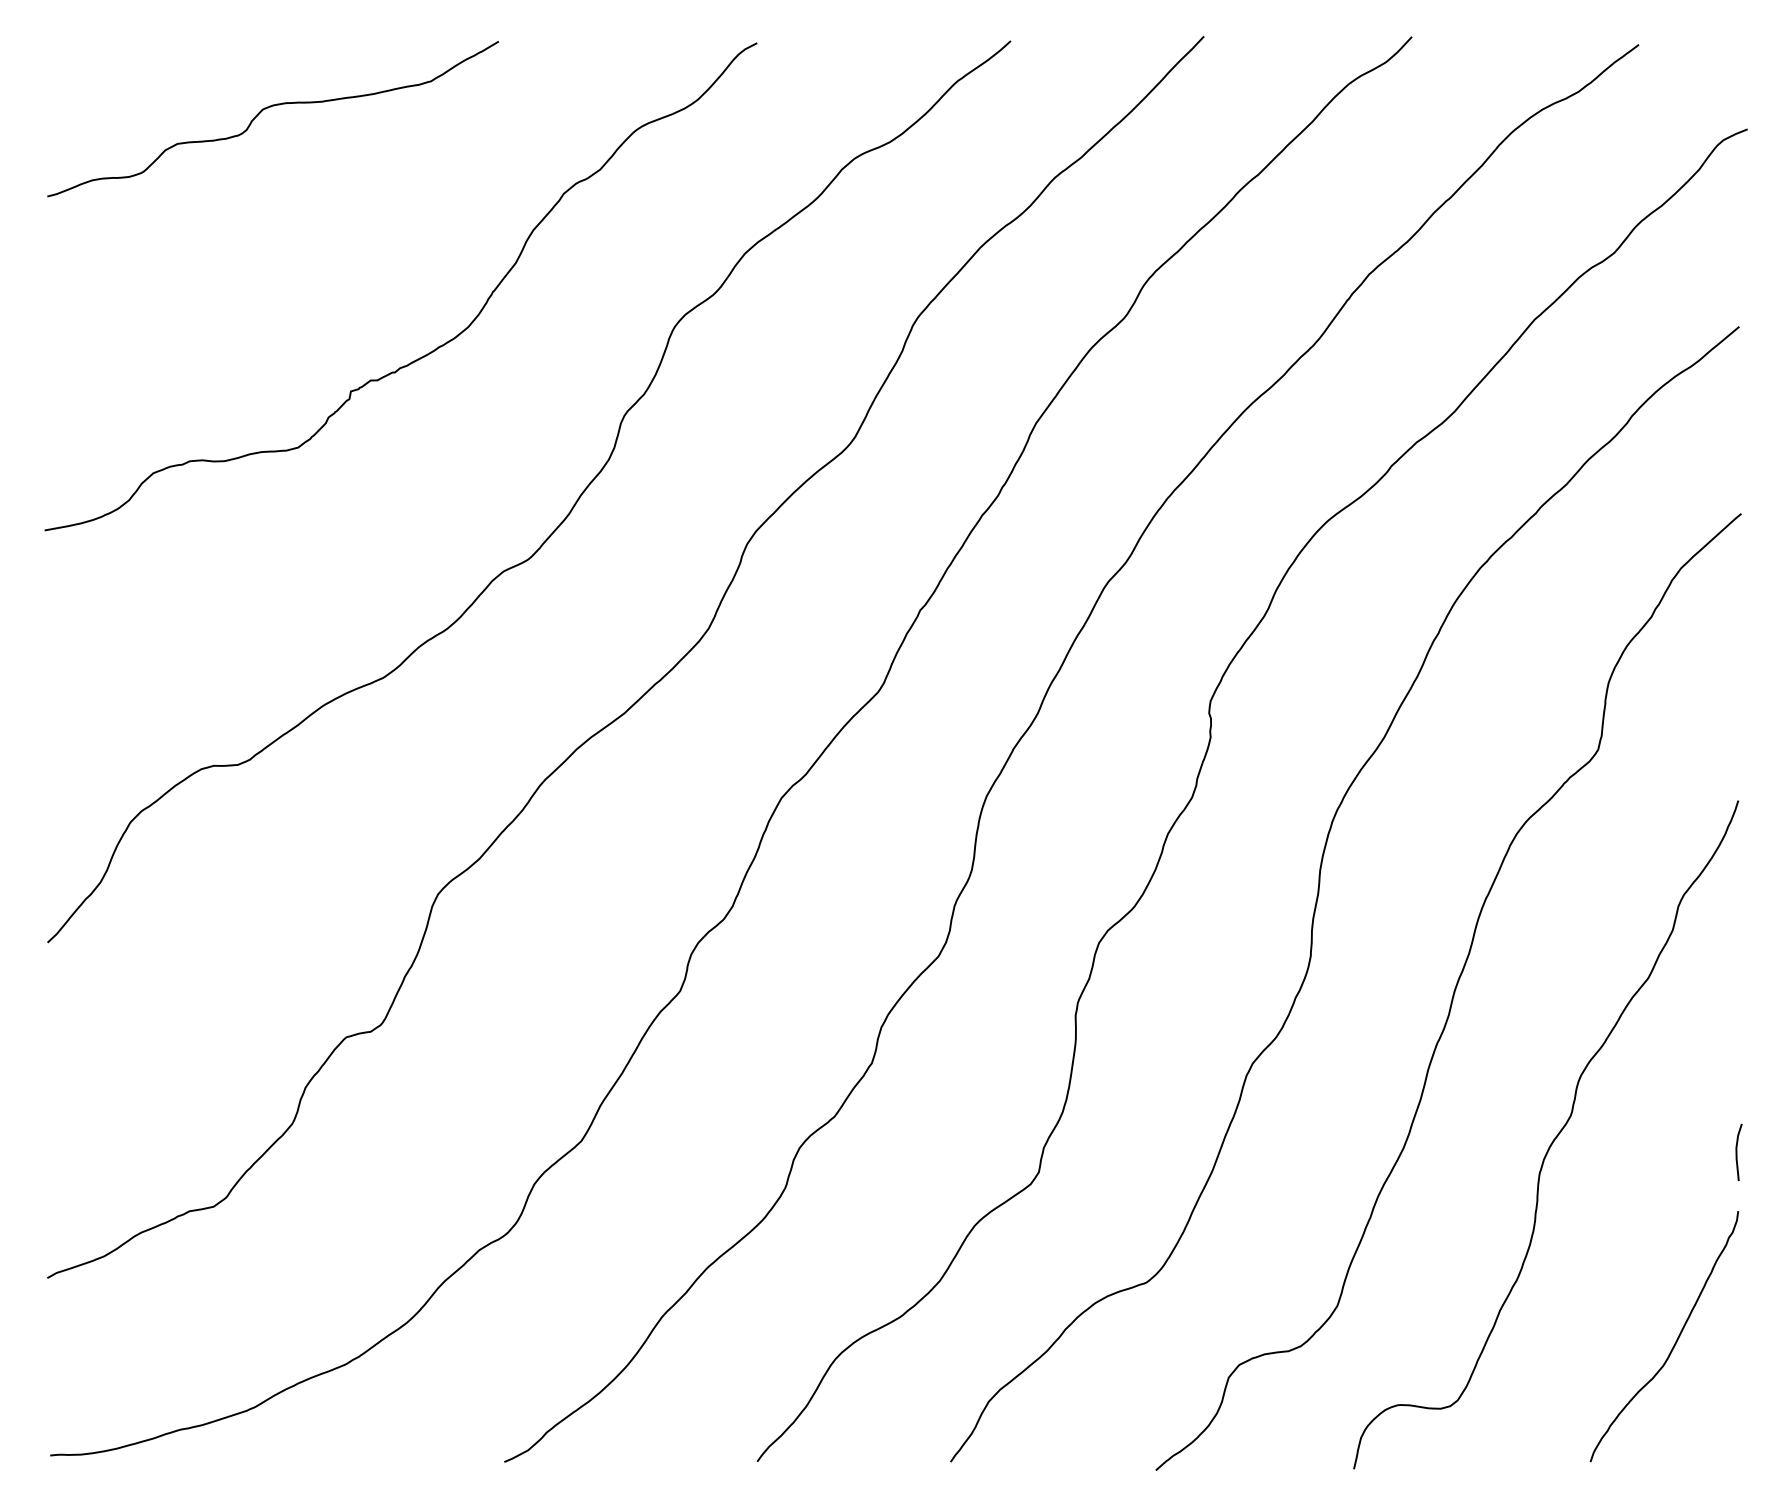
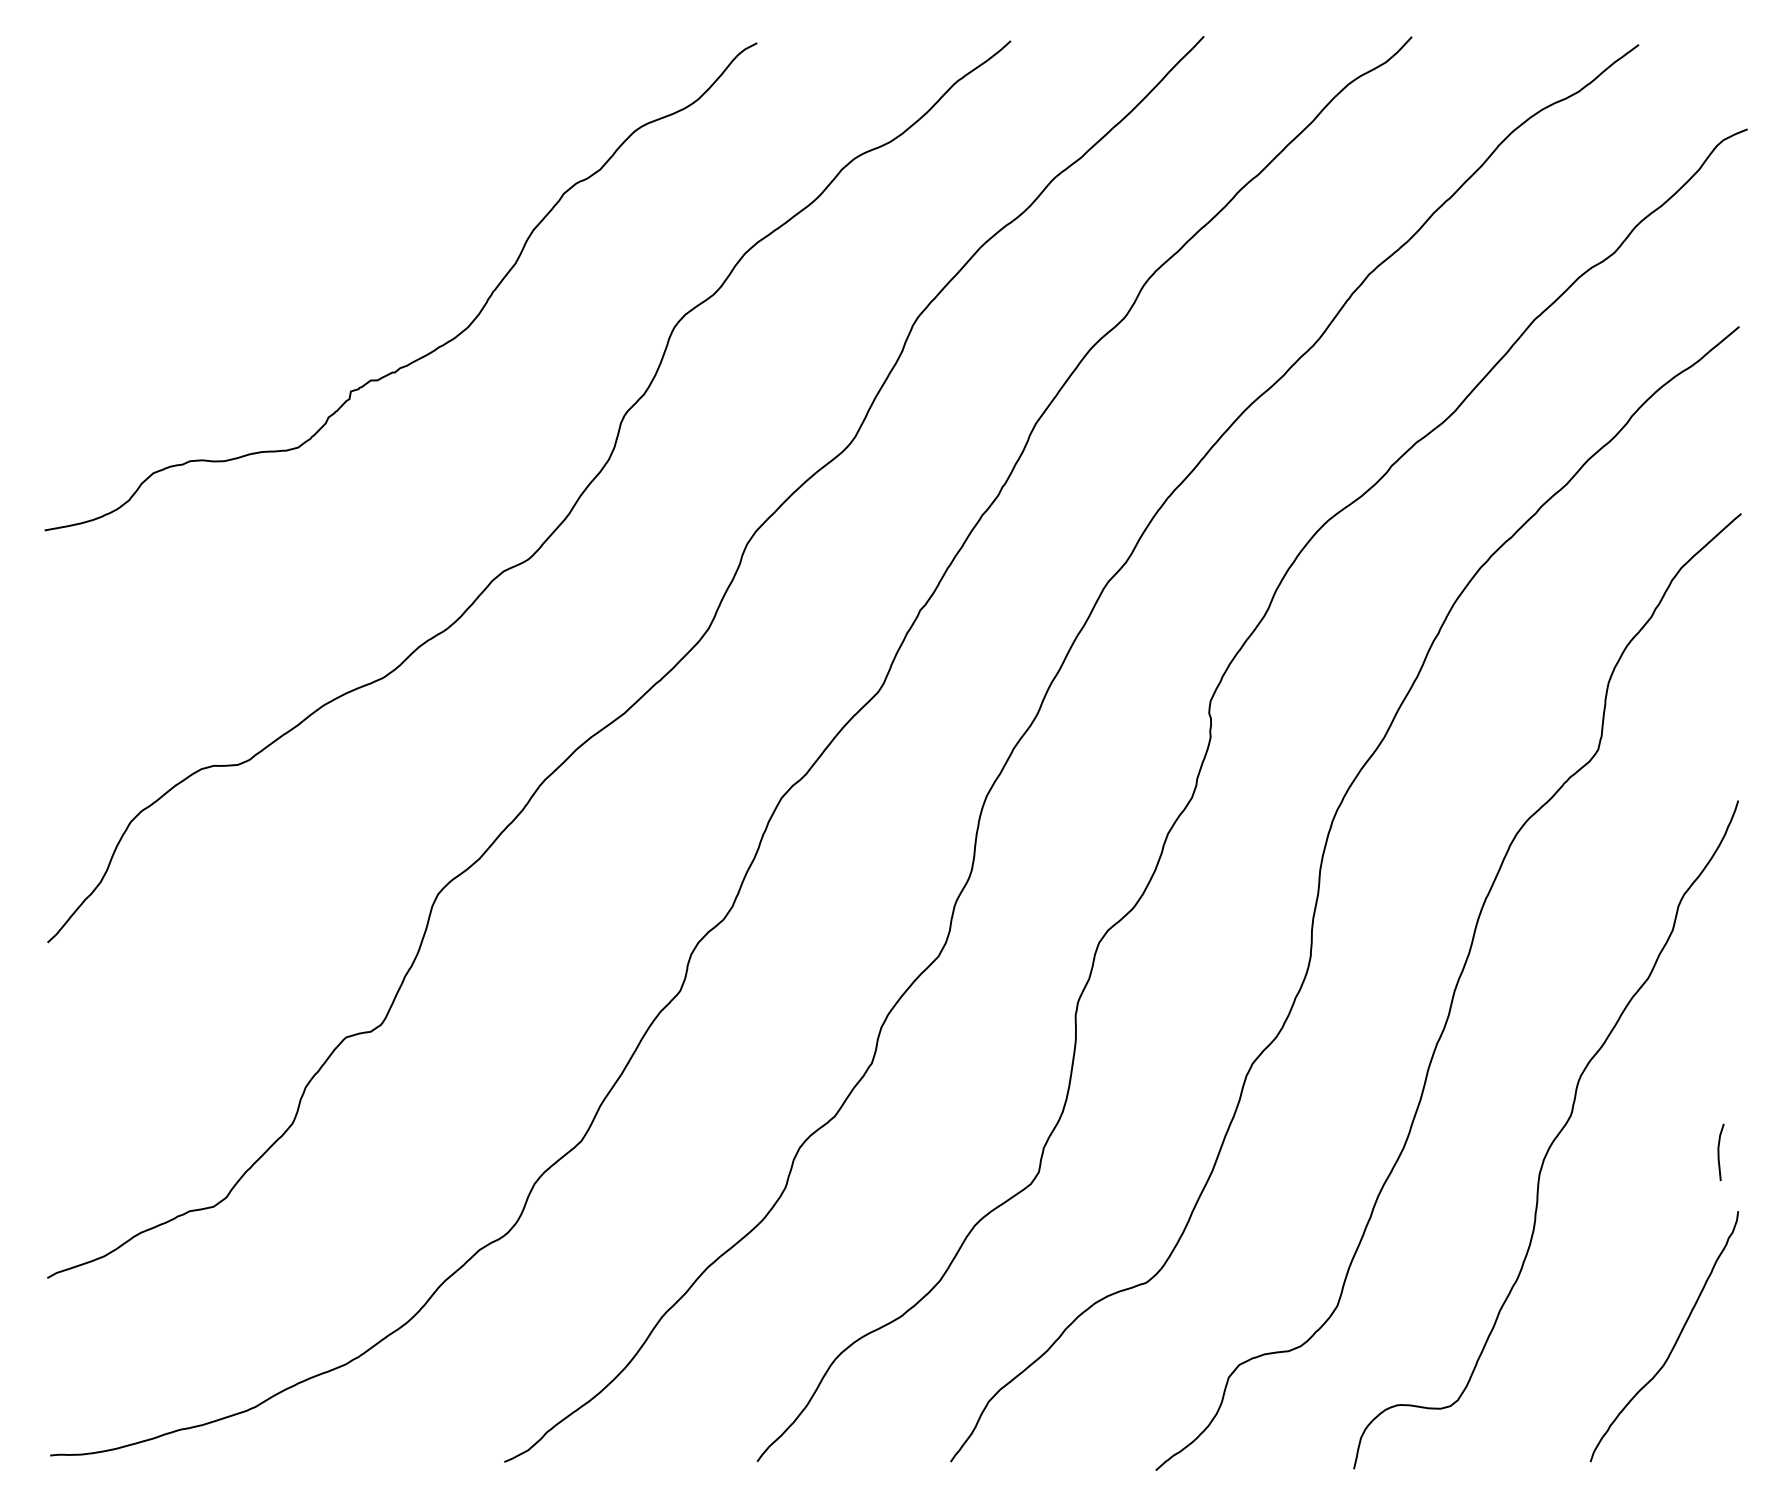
curve at (268, 108): present -> none
curve at (1737, 1151) position: (1737, 1151) -> (1719, 1151)
